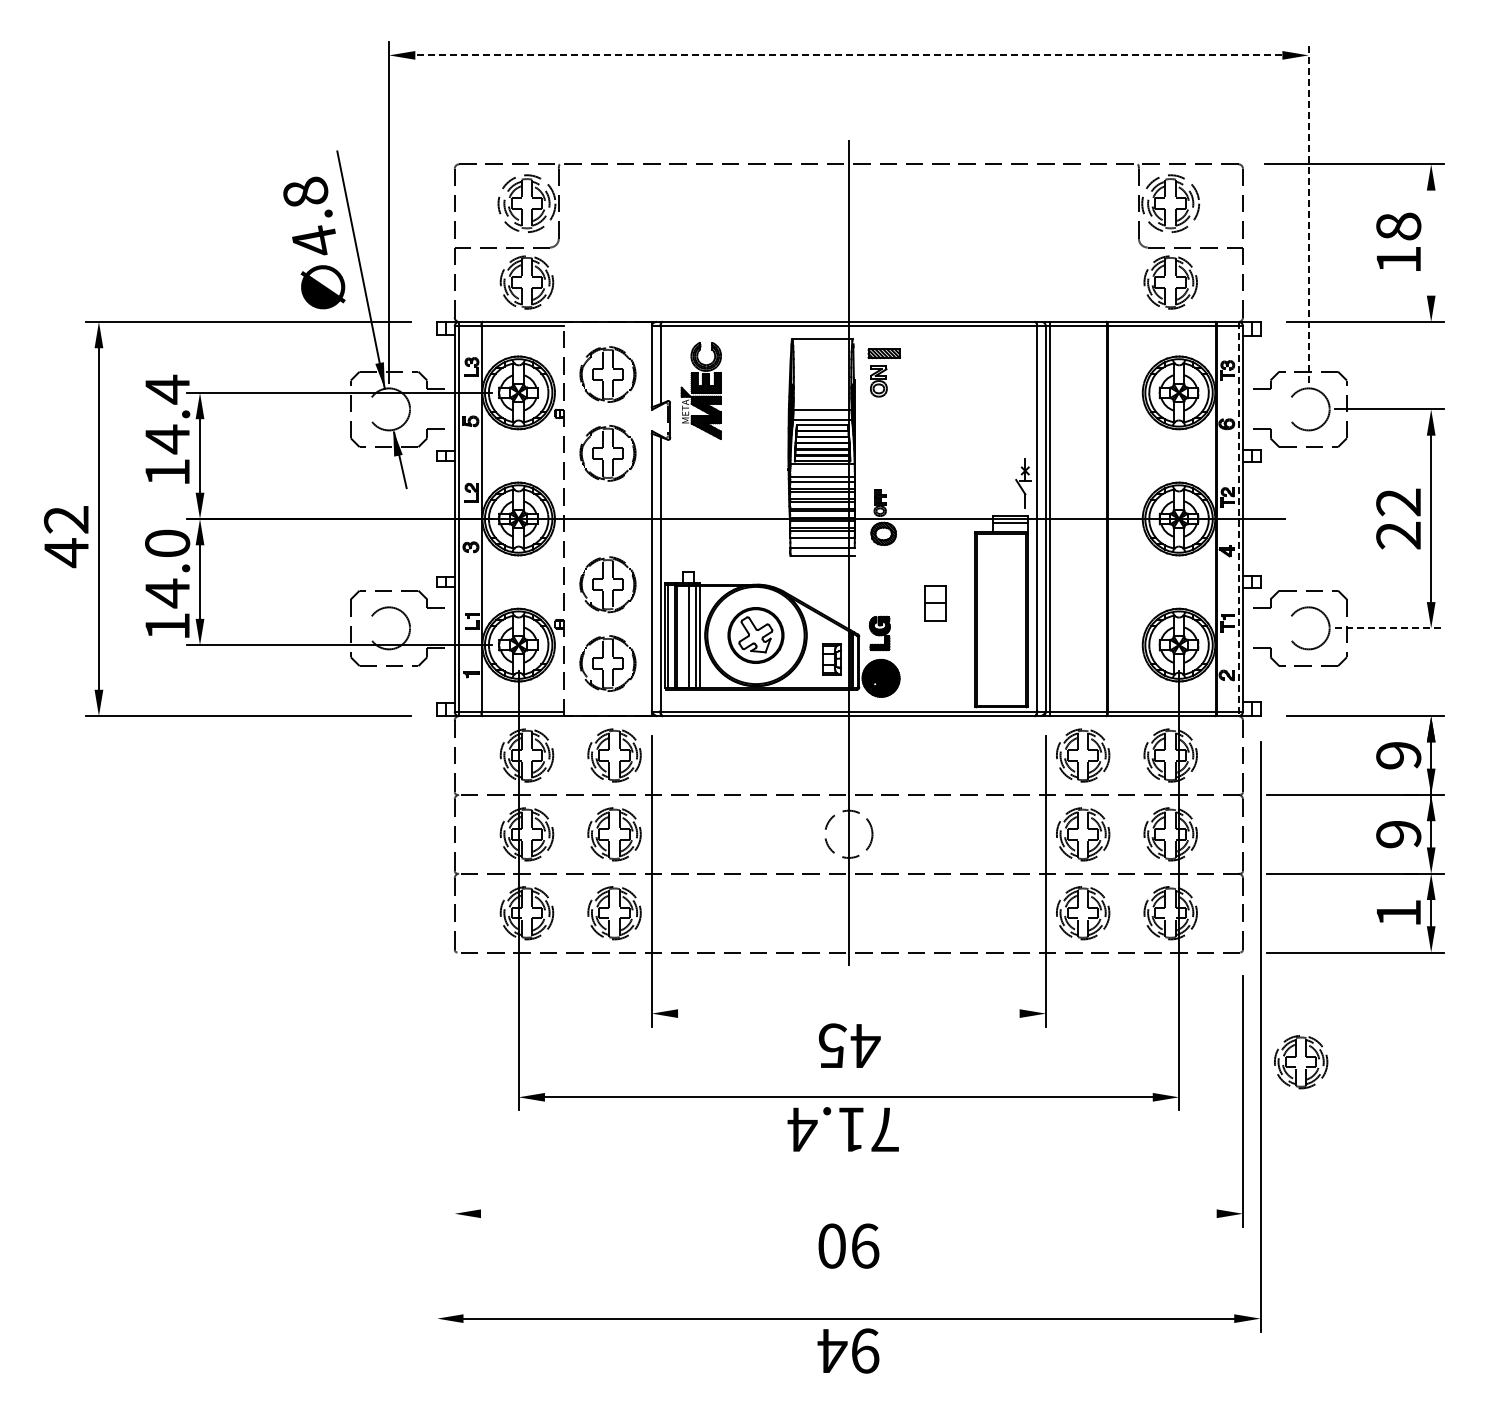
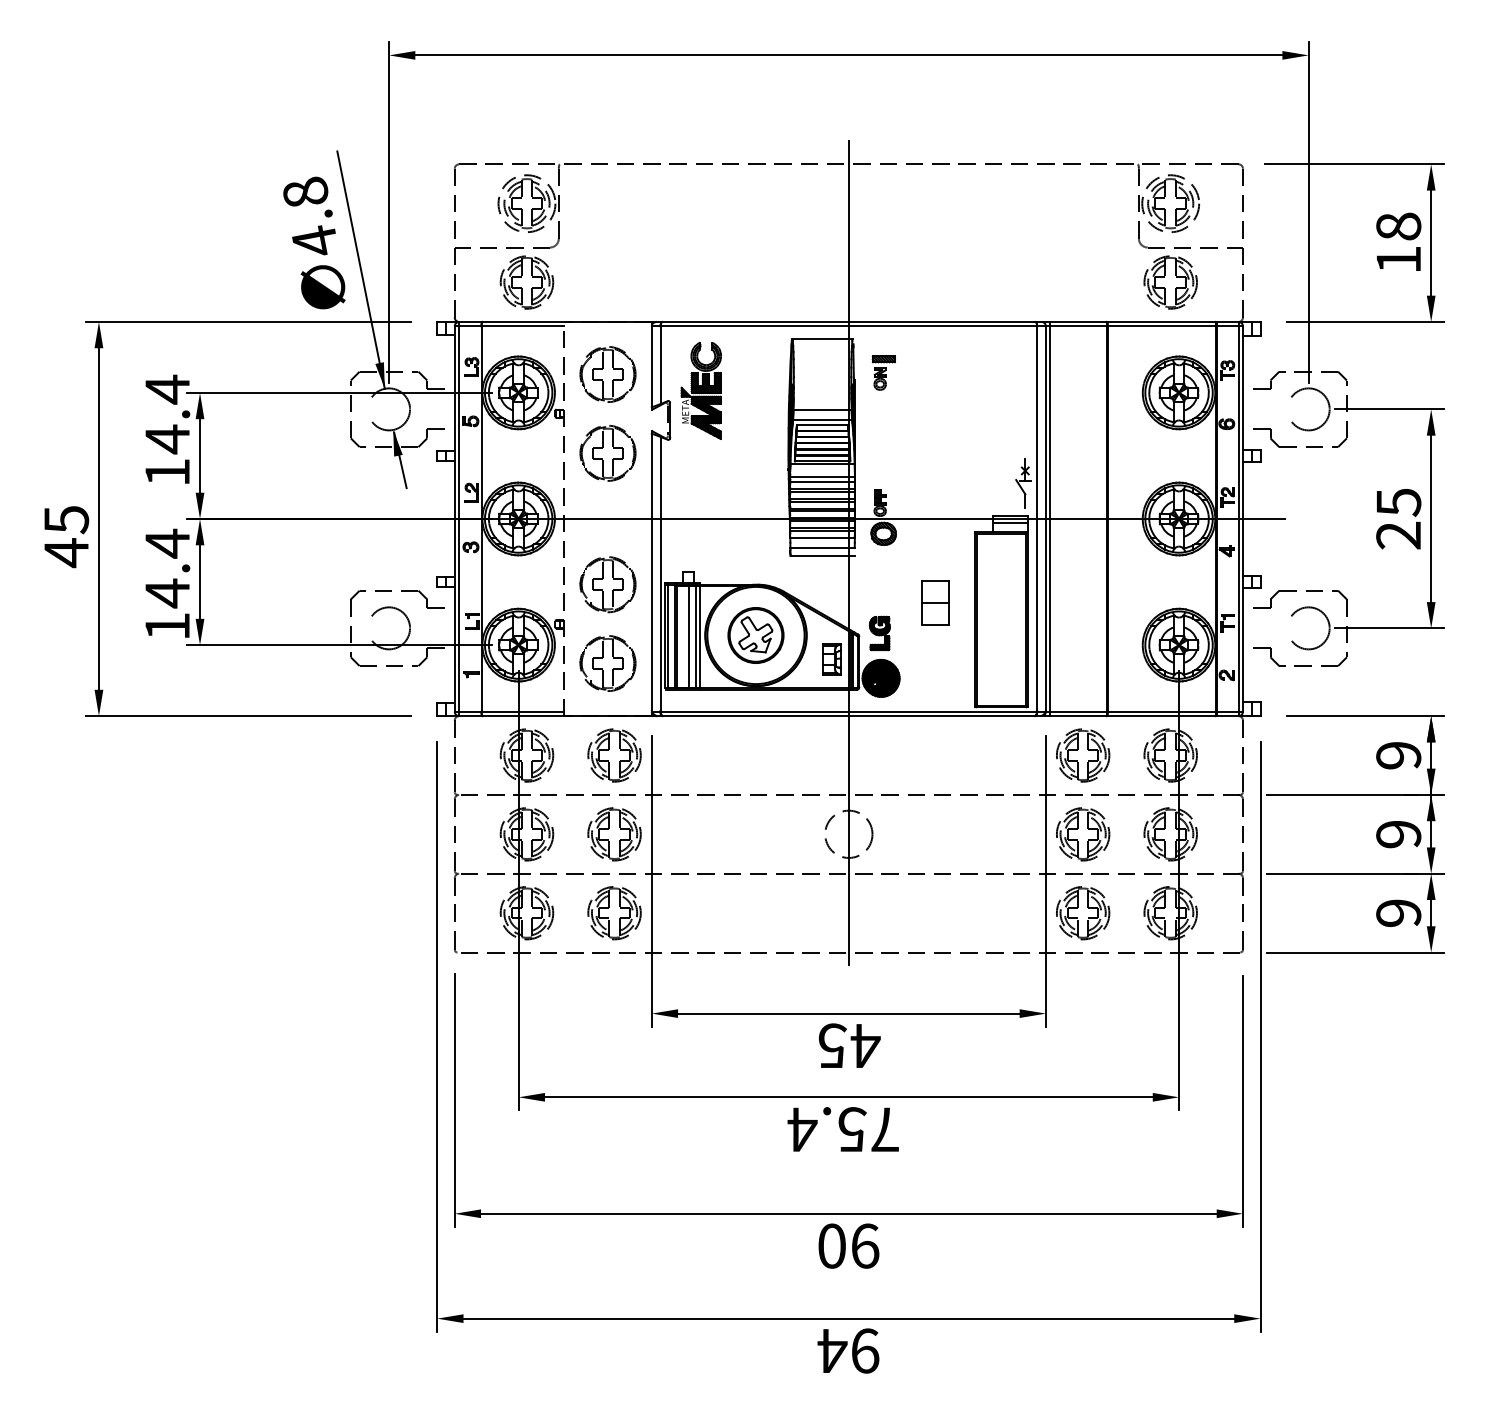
line at (848, 55): dashed -> solid
line at (1308, 212): dashed -> solid
line at (1431, 242): none -> present
part at (883, 372) size: 34x50 px -> 25x36 px
text at (1398, 502): 22 -> 25
line at (1238, 519): dashed -> solid
text at (66, 520): 42 -> 45
text at (167, 543): 14.0 -> 14.4
part at (935, 603) size: 23x37 px -> 29x46 px
line at (1389, 628): dashed -> solid
text at (1398, 912): 1 -> 9
line at (848, 1013): none -> present
line at (437, 1036): none -> present
part at (1306, 1066): present -> none
line at (454, 1100): none -> present
text at (852, 1129): 71.4 -> 75.4
line at (848, 1213): none -> present
